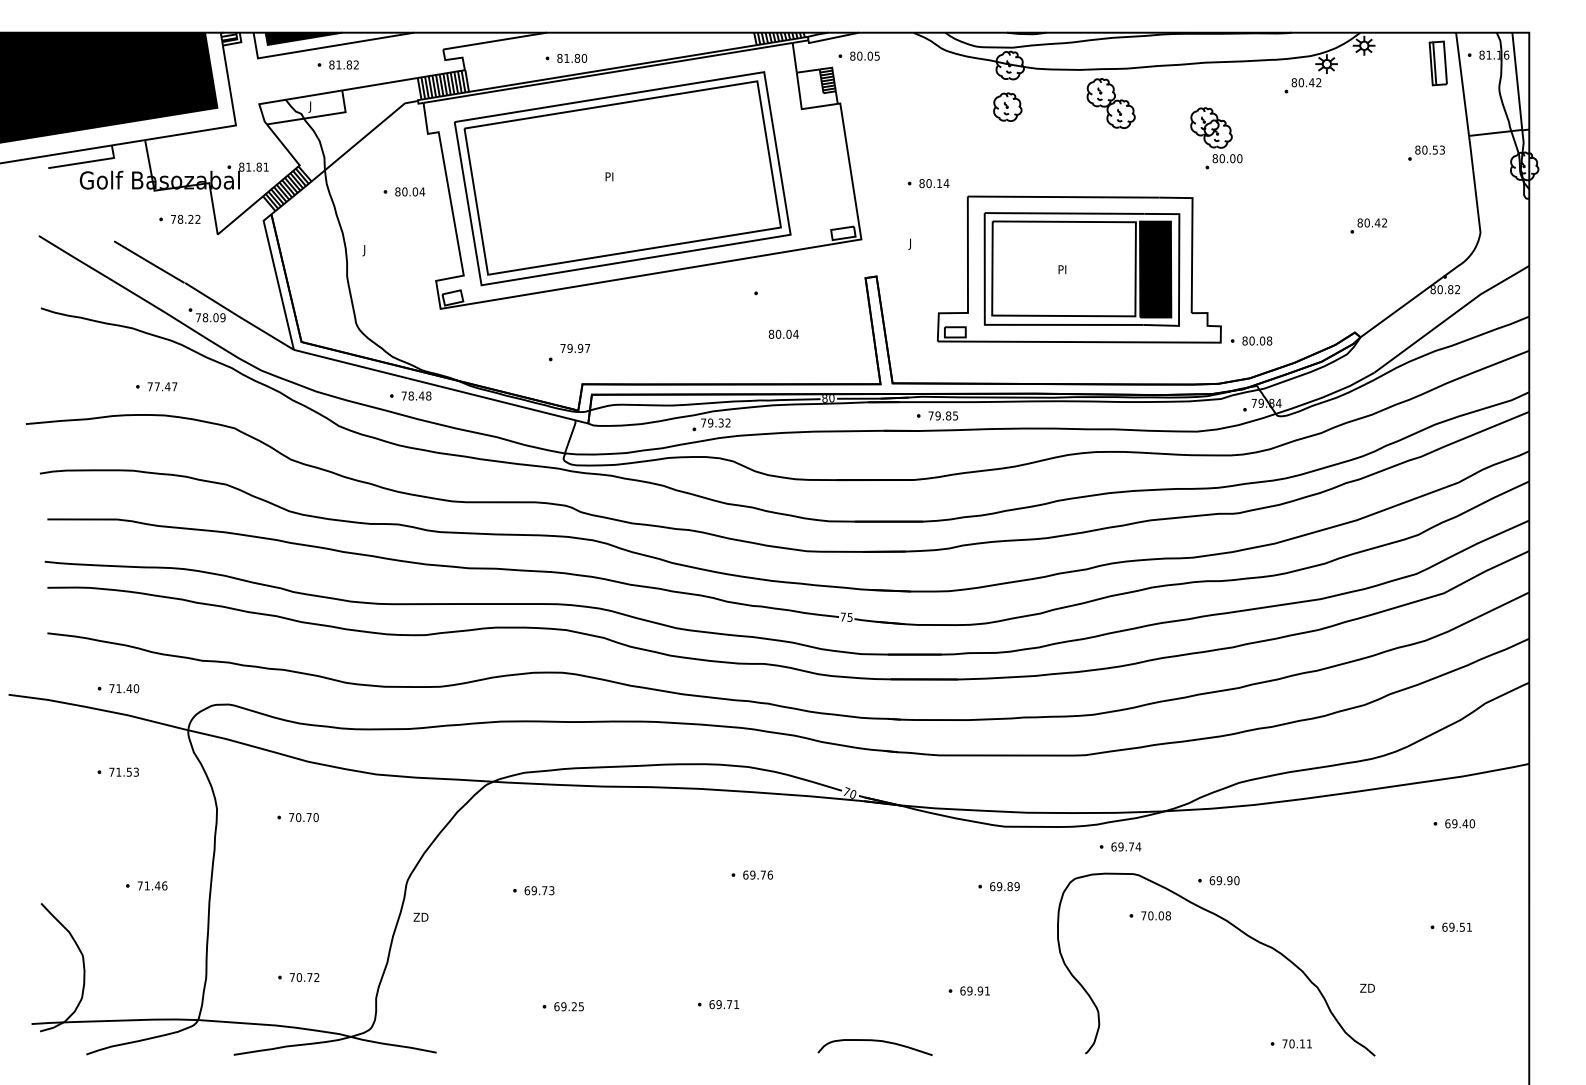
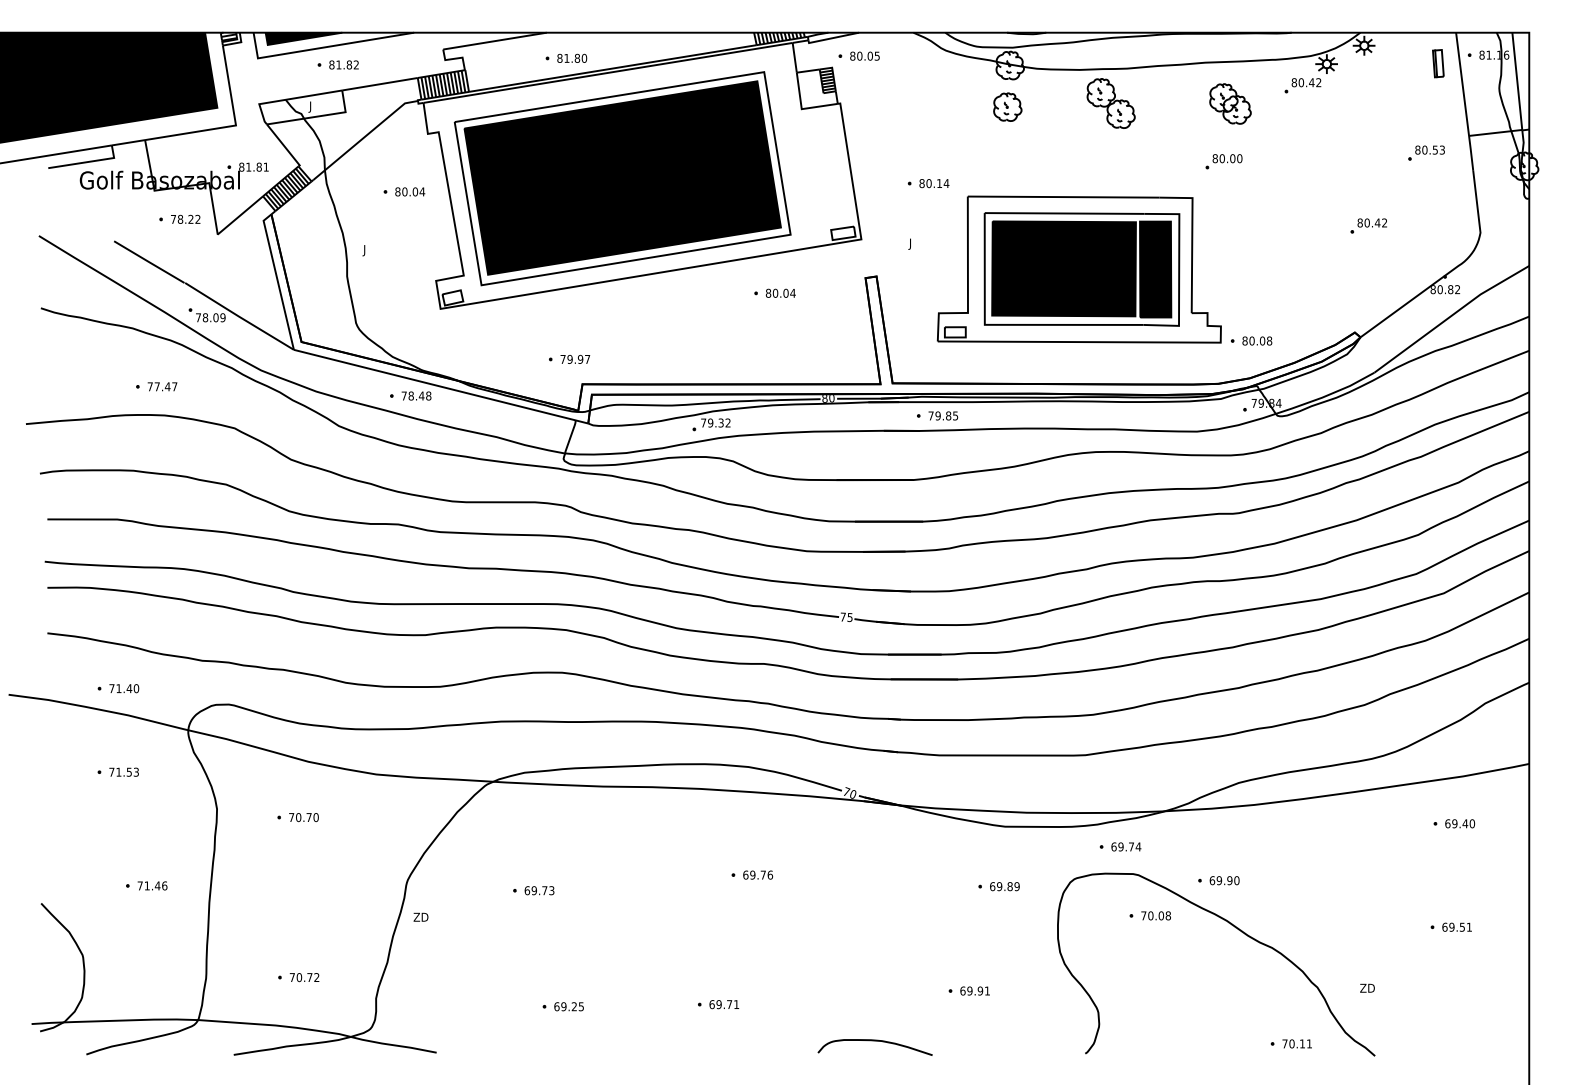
part at (1437, 63) size: 20x47 px -> 13x30 px
part at (1211, 127) position: (1211, 127) -> (1230, 103)
fill at (622, 177): none -> present
fill at (1063, 268): none -> present
text at (783, 333) position: (783, 333) -> (780, 292)
text at (575, 347) position: (575, 347) -> (575, 358)
